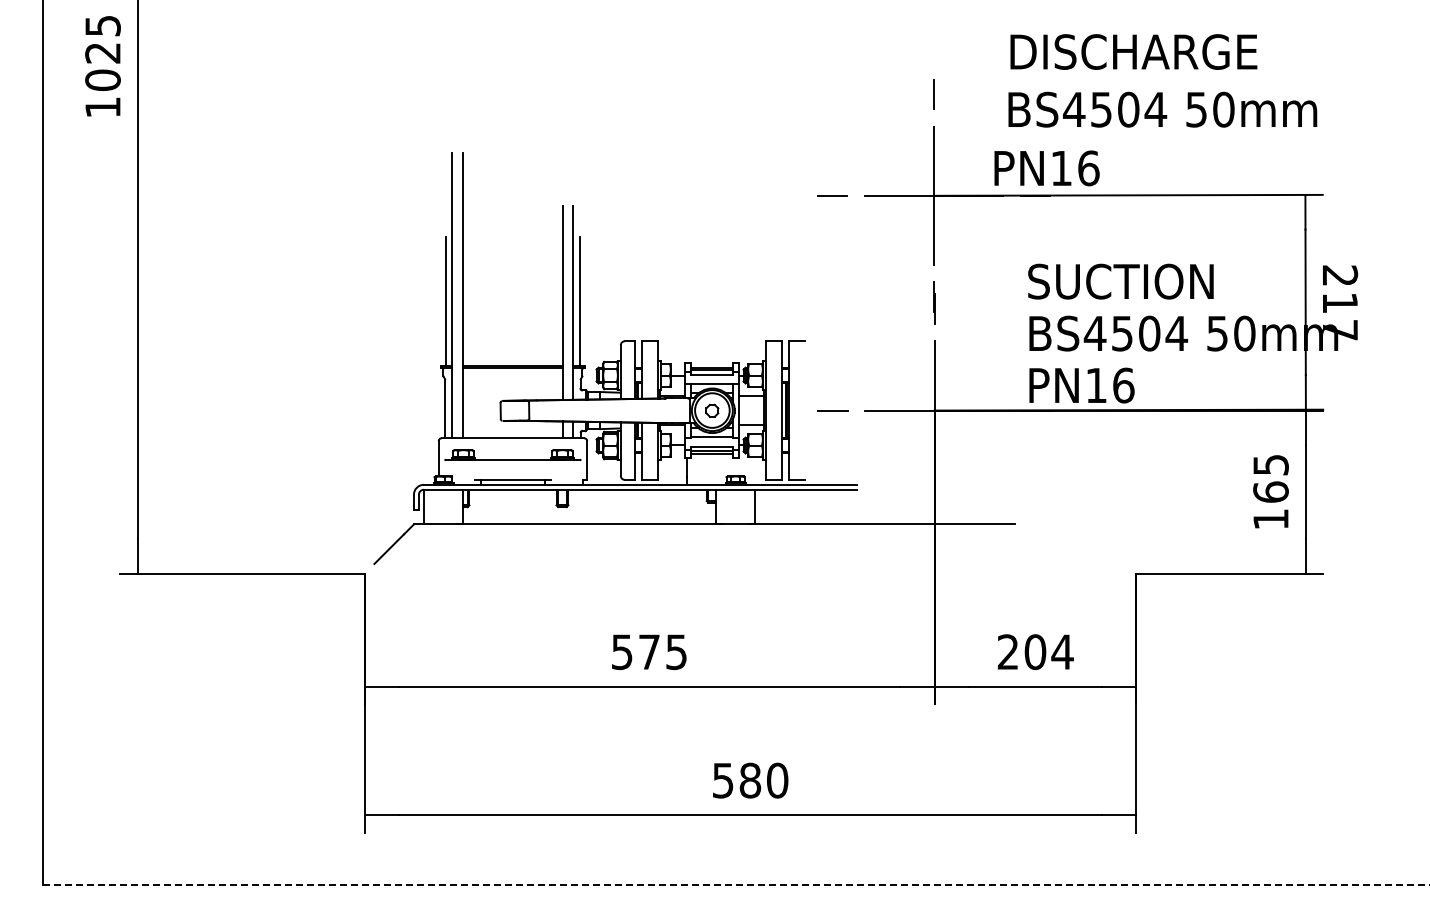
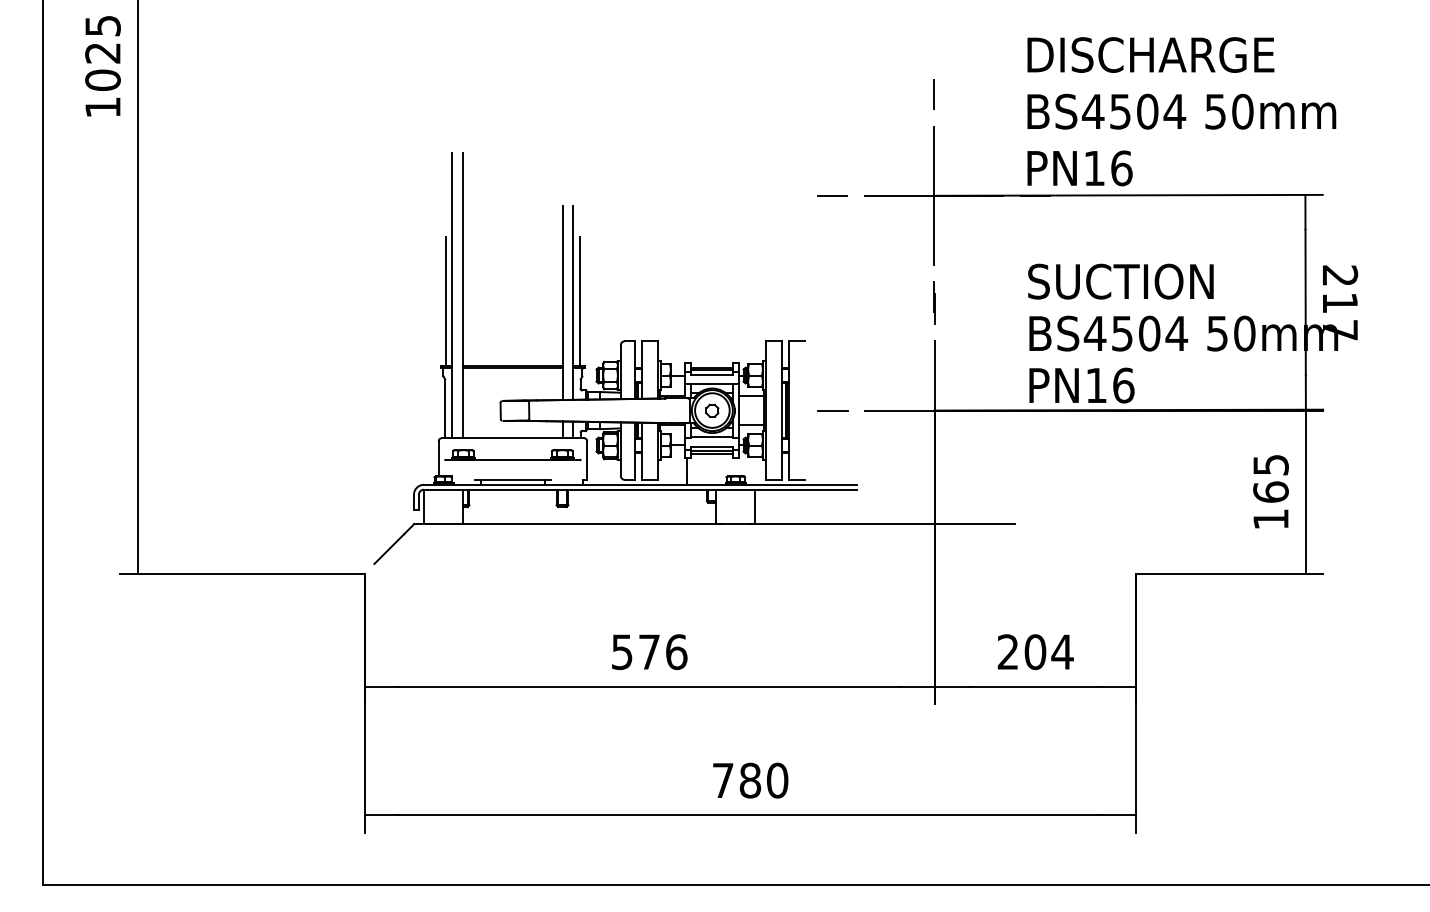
text at (1133, 51) position: (1133, 51) -> (1150, 54)
text at (1162, 109) position: (1162, 109) -> (1181, 111)
text at (1046, 168) position: (1046, 168) -> (1079, 168)
text at (676, 652): 575 -> 576
text at (723, 780): 580 -> 780
line at (736, 884): dashed -> solid
